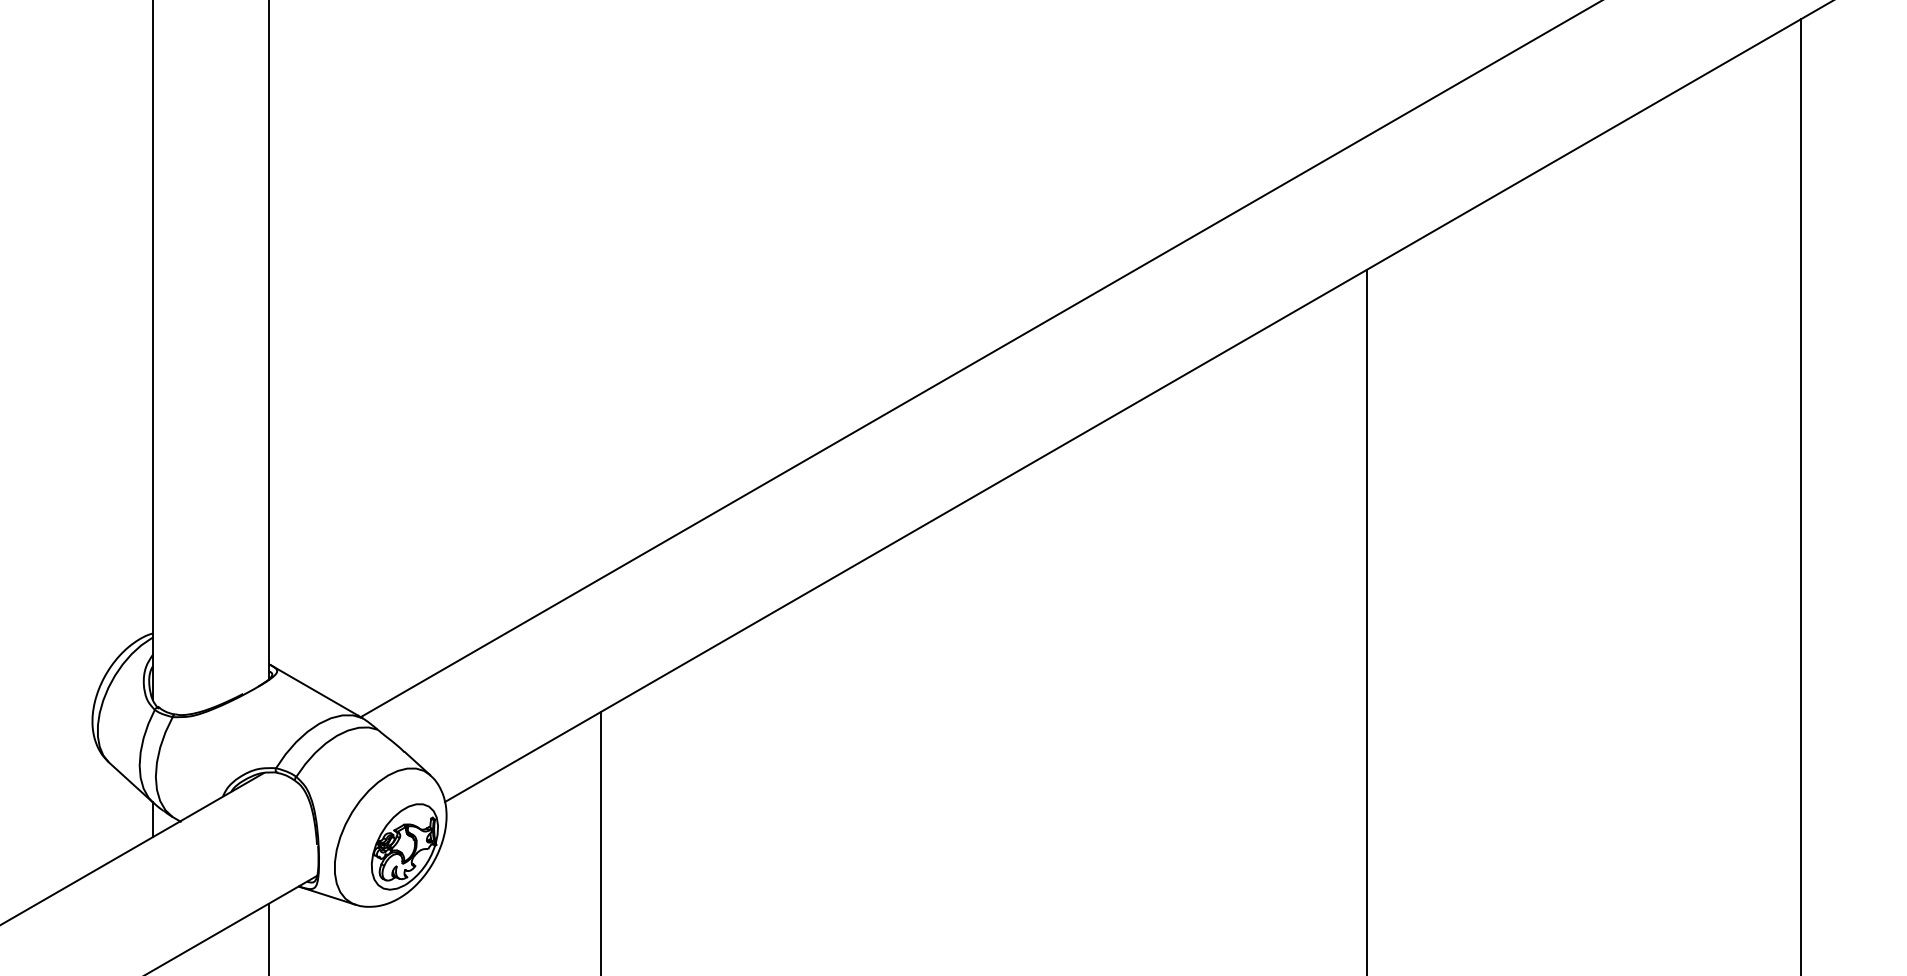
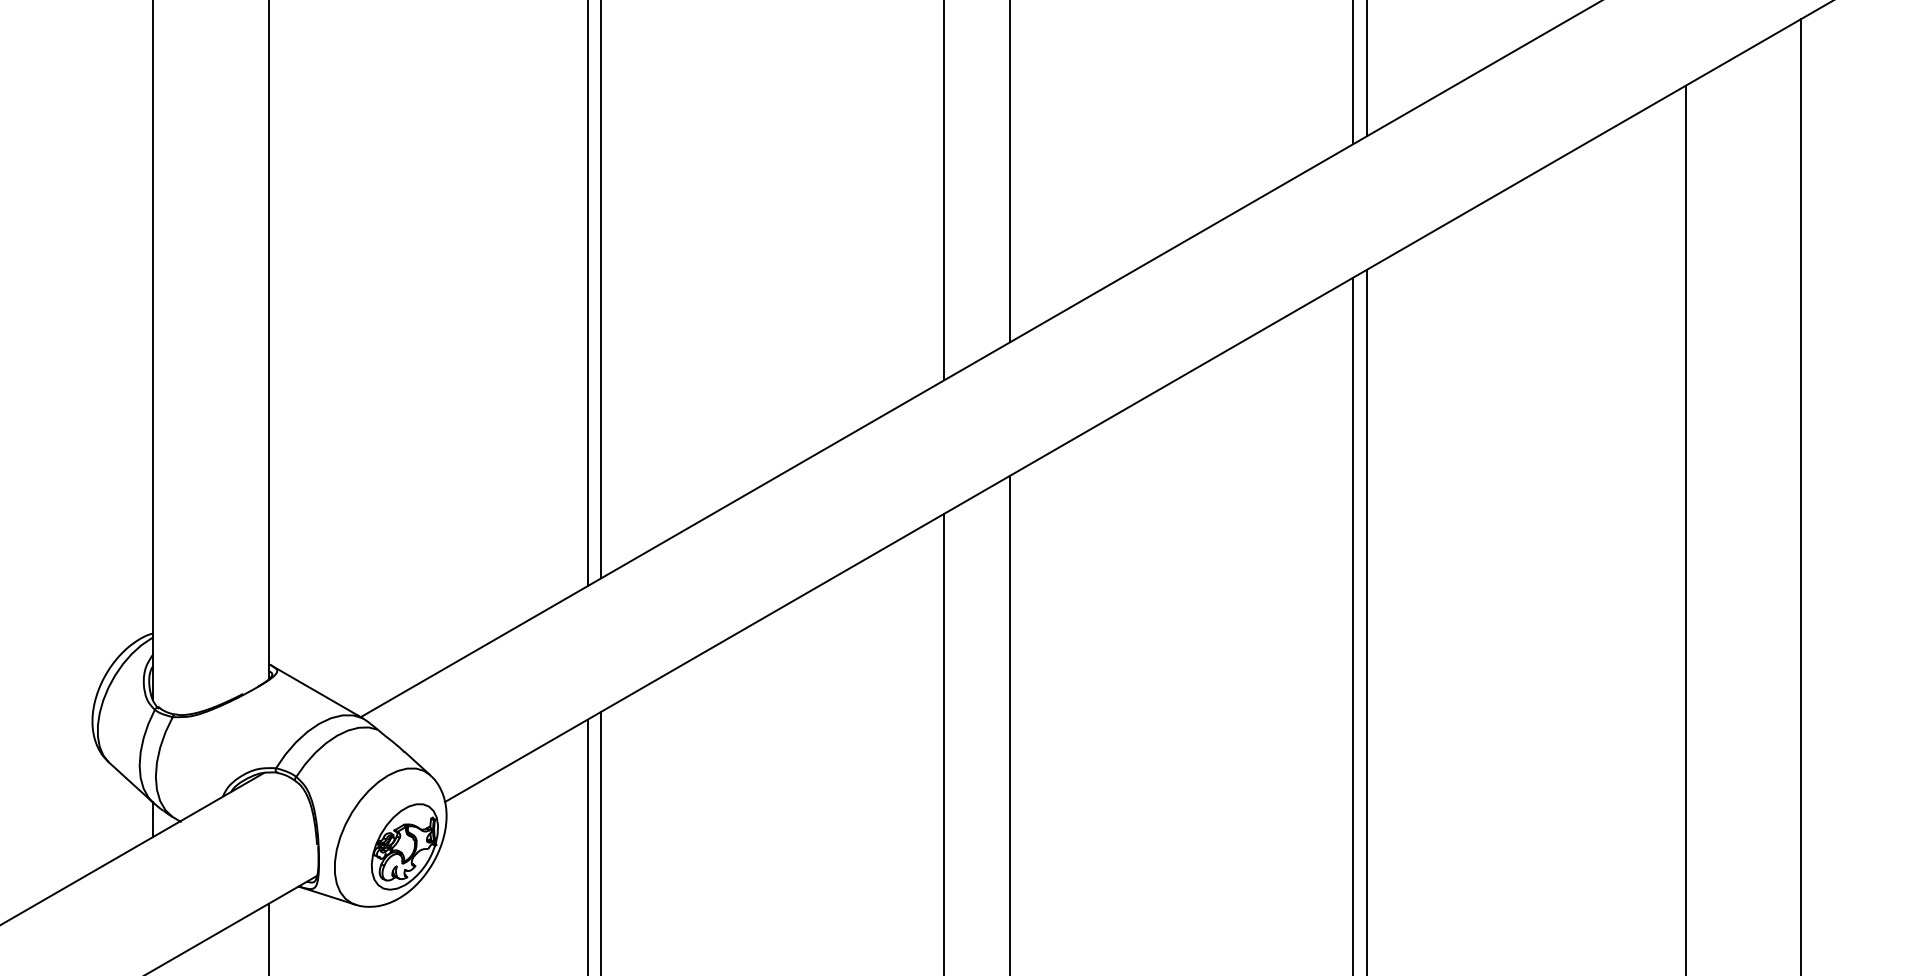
line at (1366, 69): none -> present
line at (1353, 73): none -> present
line at (1009, 172): none -> present
line at (944, 191): none -> present
line at (601, 290): none -> present
line at (587, 294): none -> present
line at (1685, 528): none -> present
line at (1353, 624): none -> present
line at (1009, 723): none -> present
line at (944, 742): none -> present
line at (587, 845): none -> present
